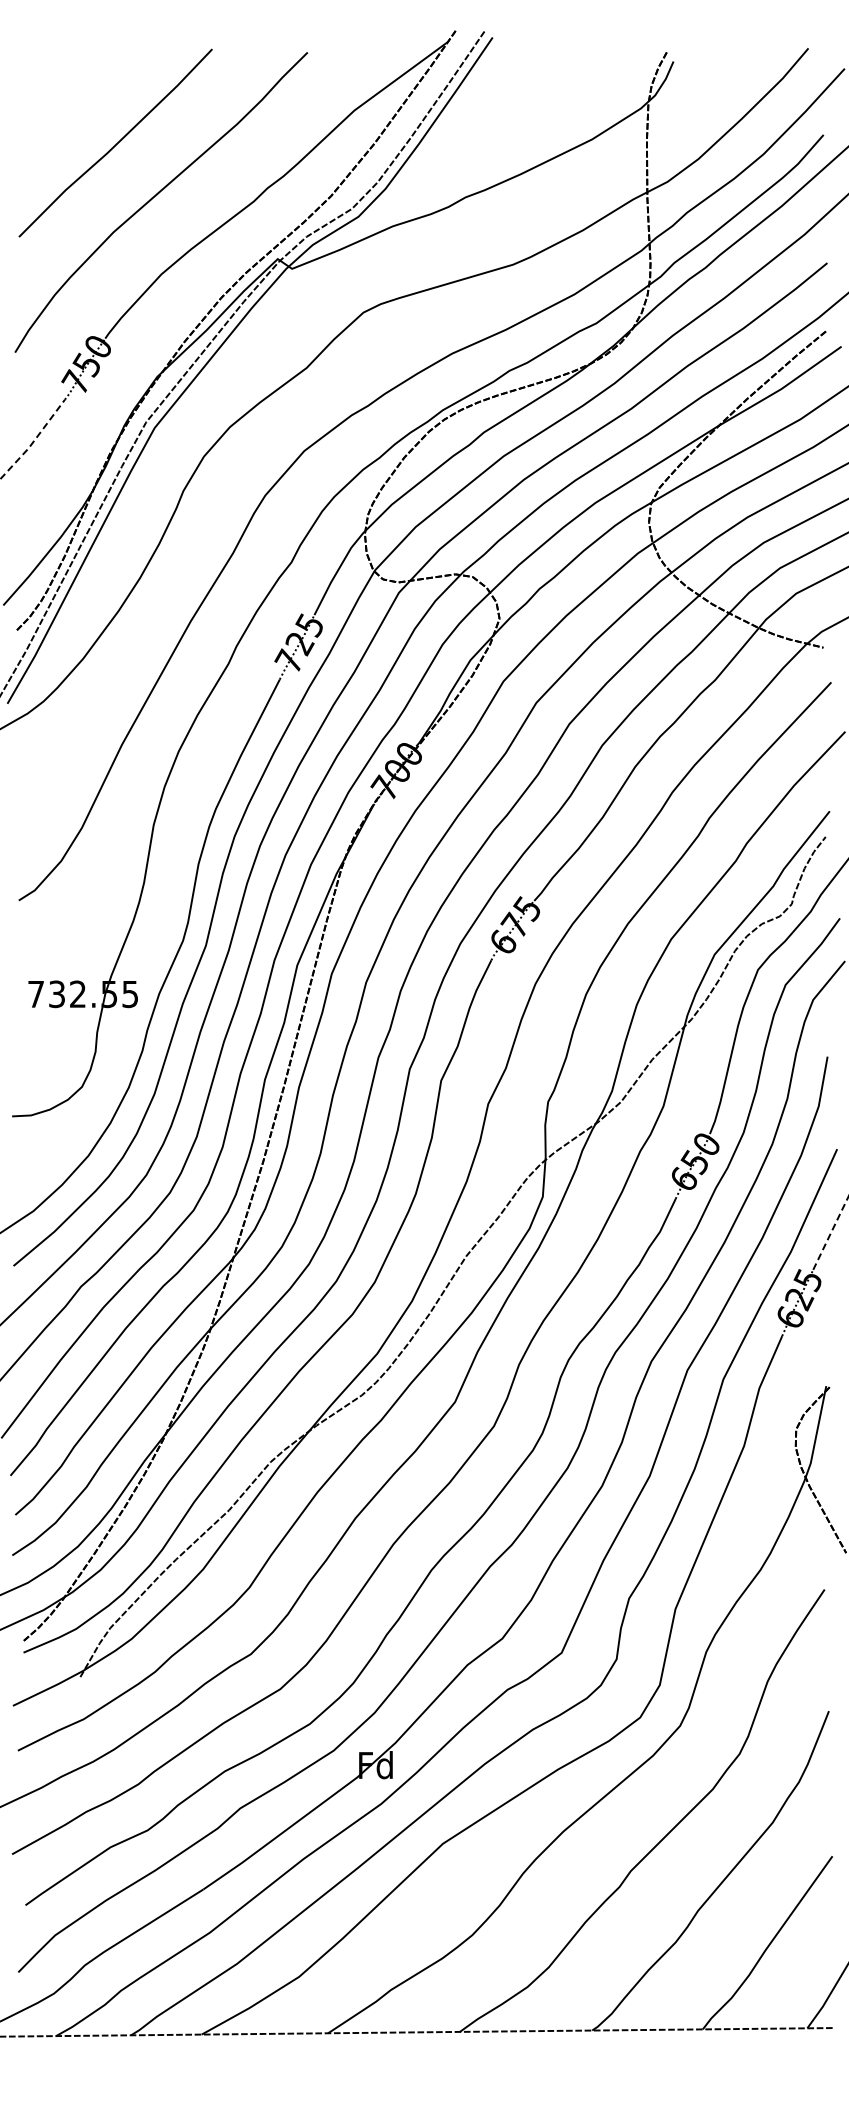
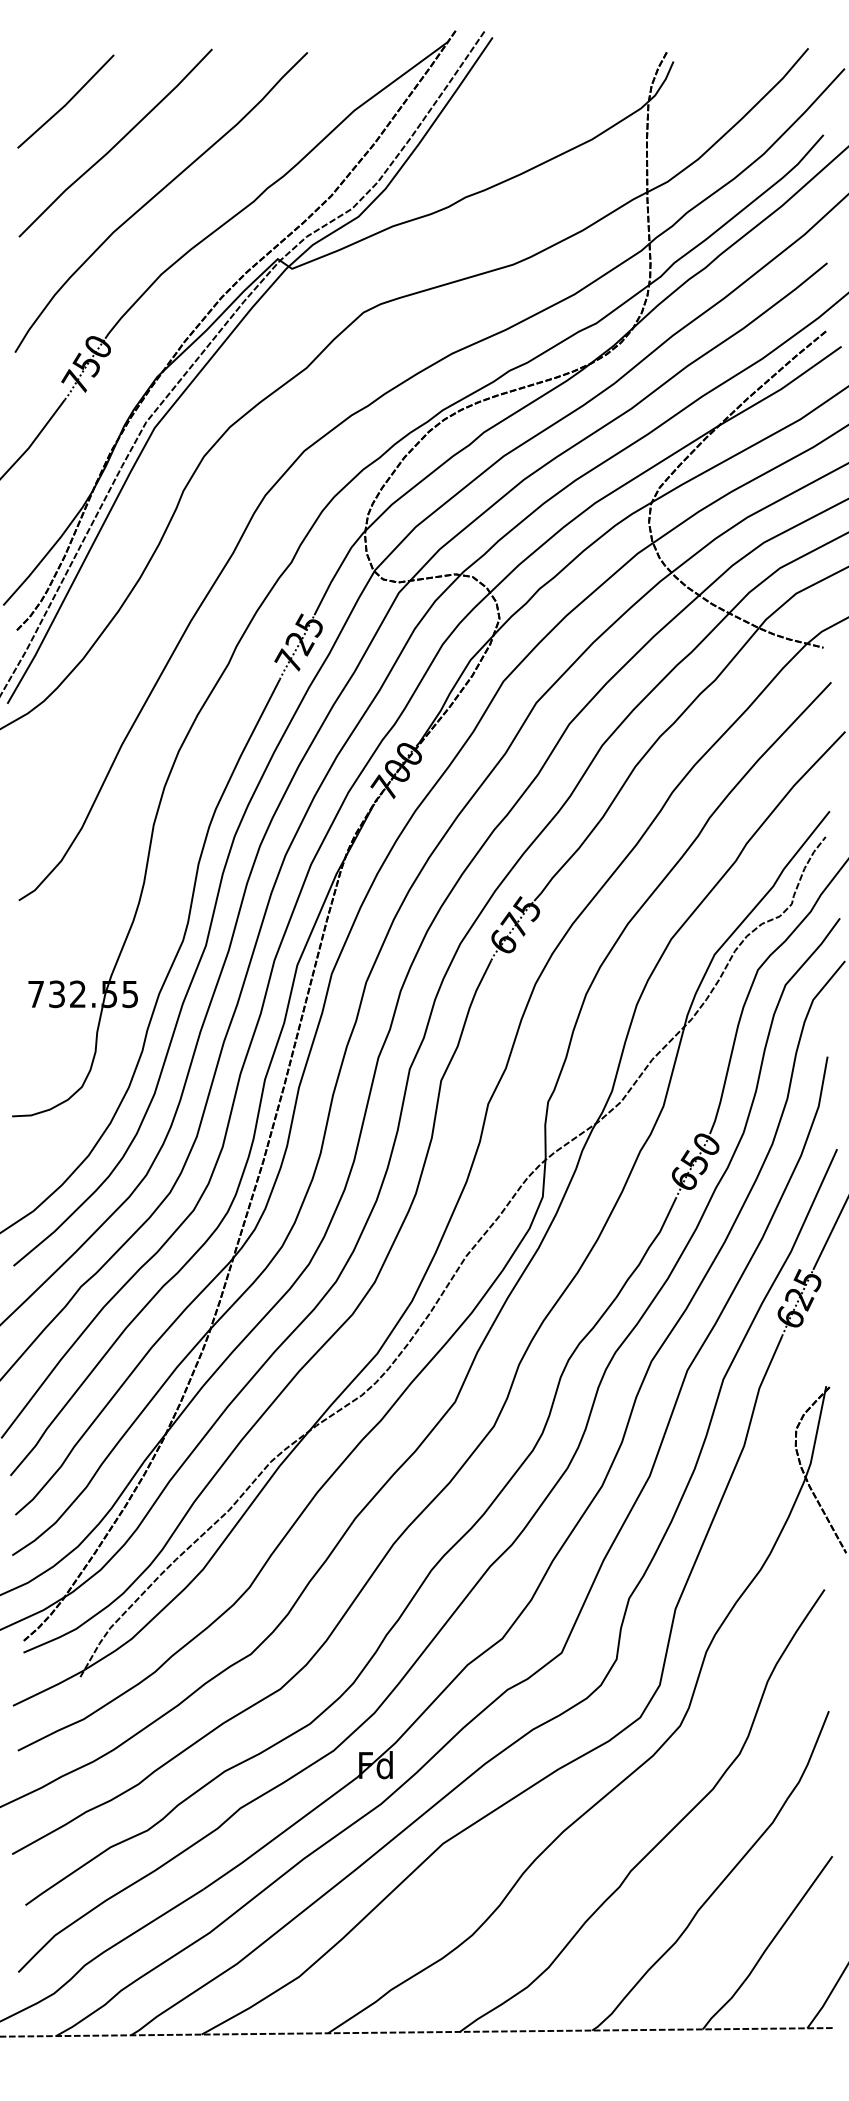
line at (66, 102): none -> present
line at (34, 441): dashed -> solid
line at (830, 1233): dashed -> solid
